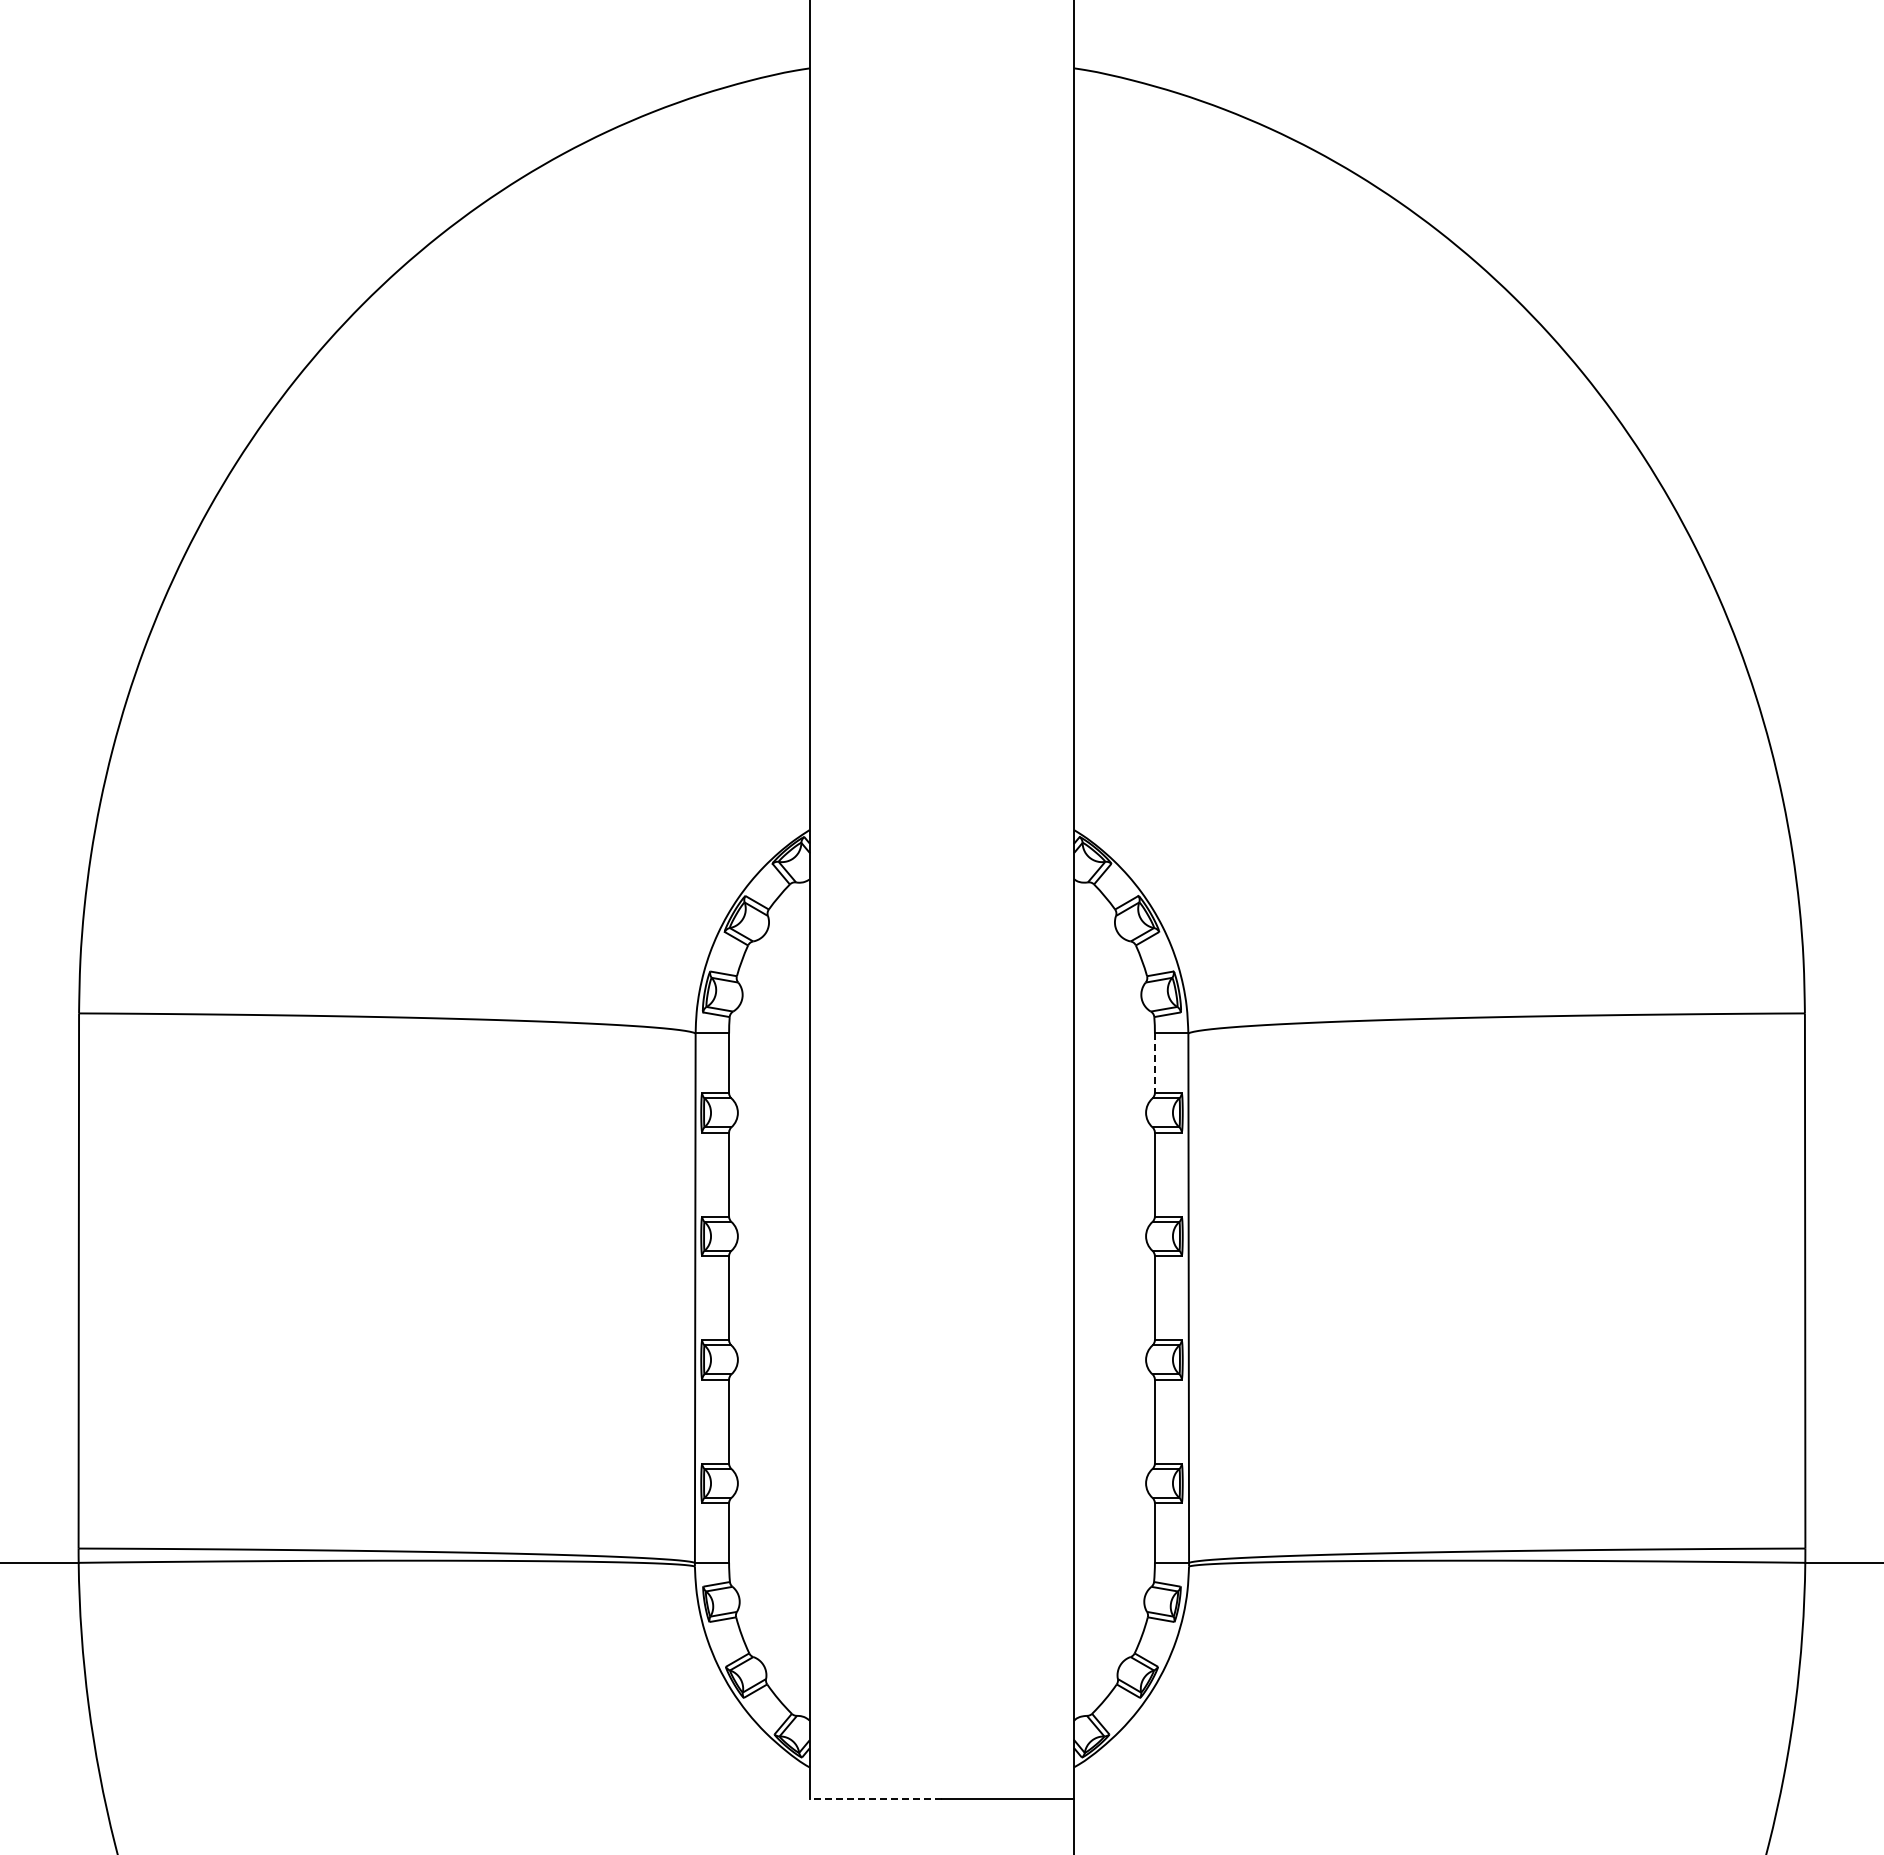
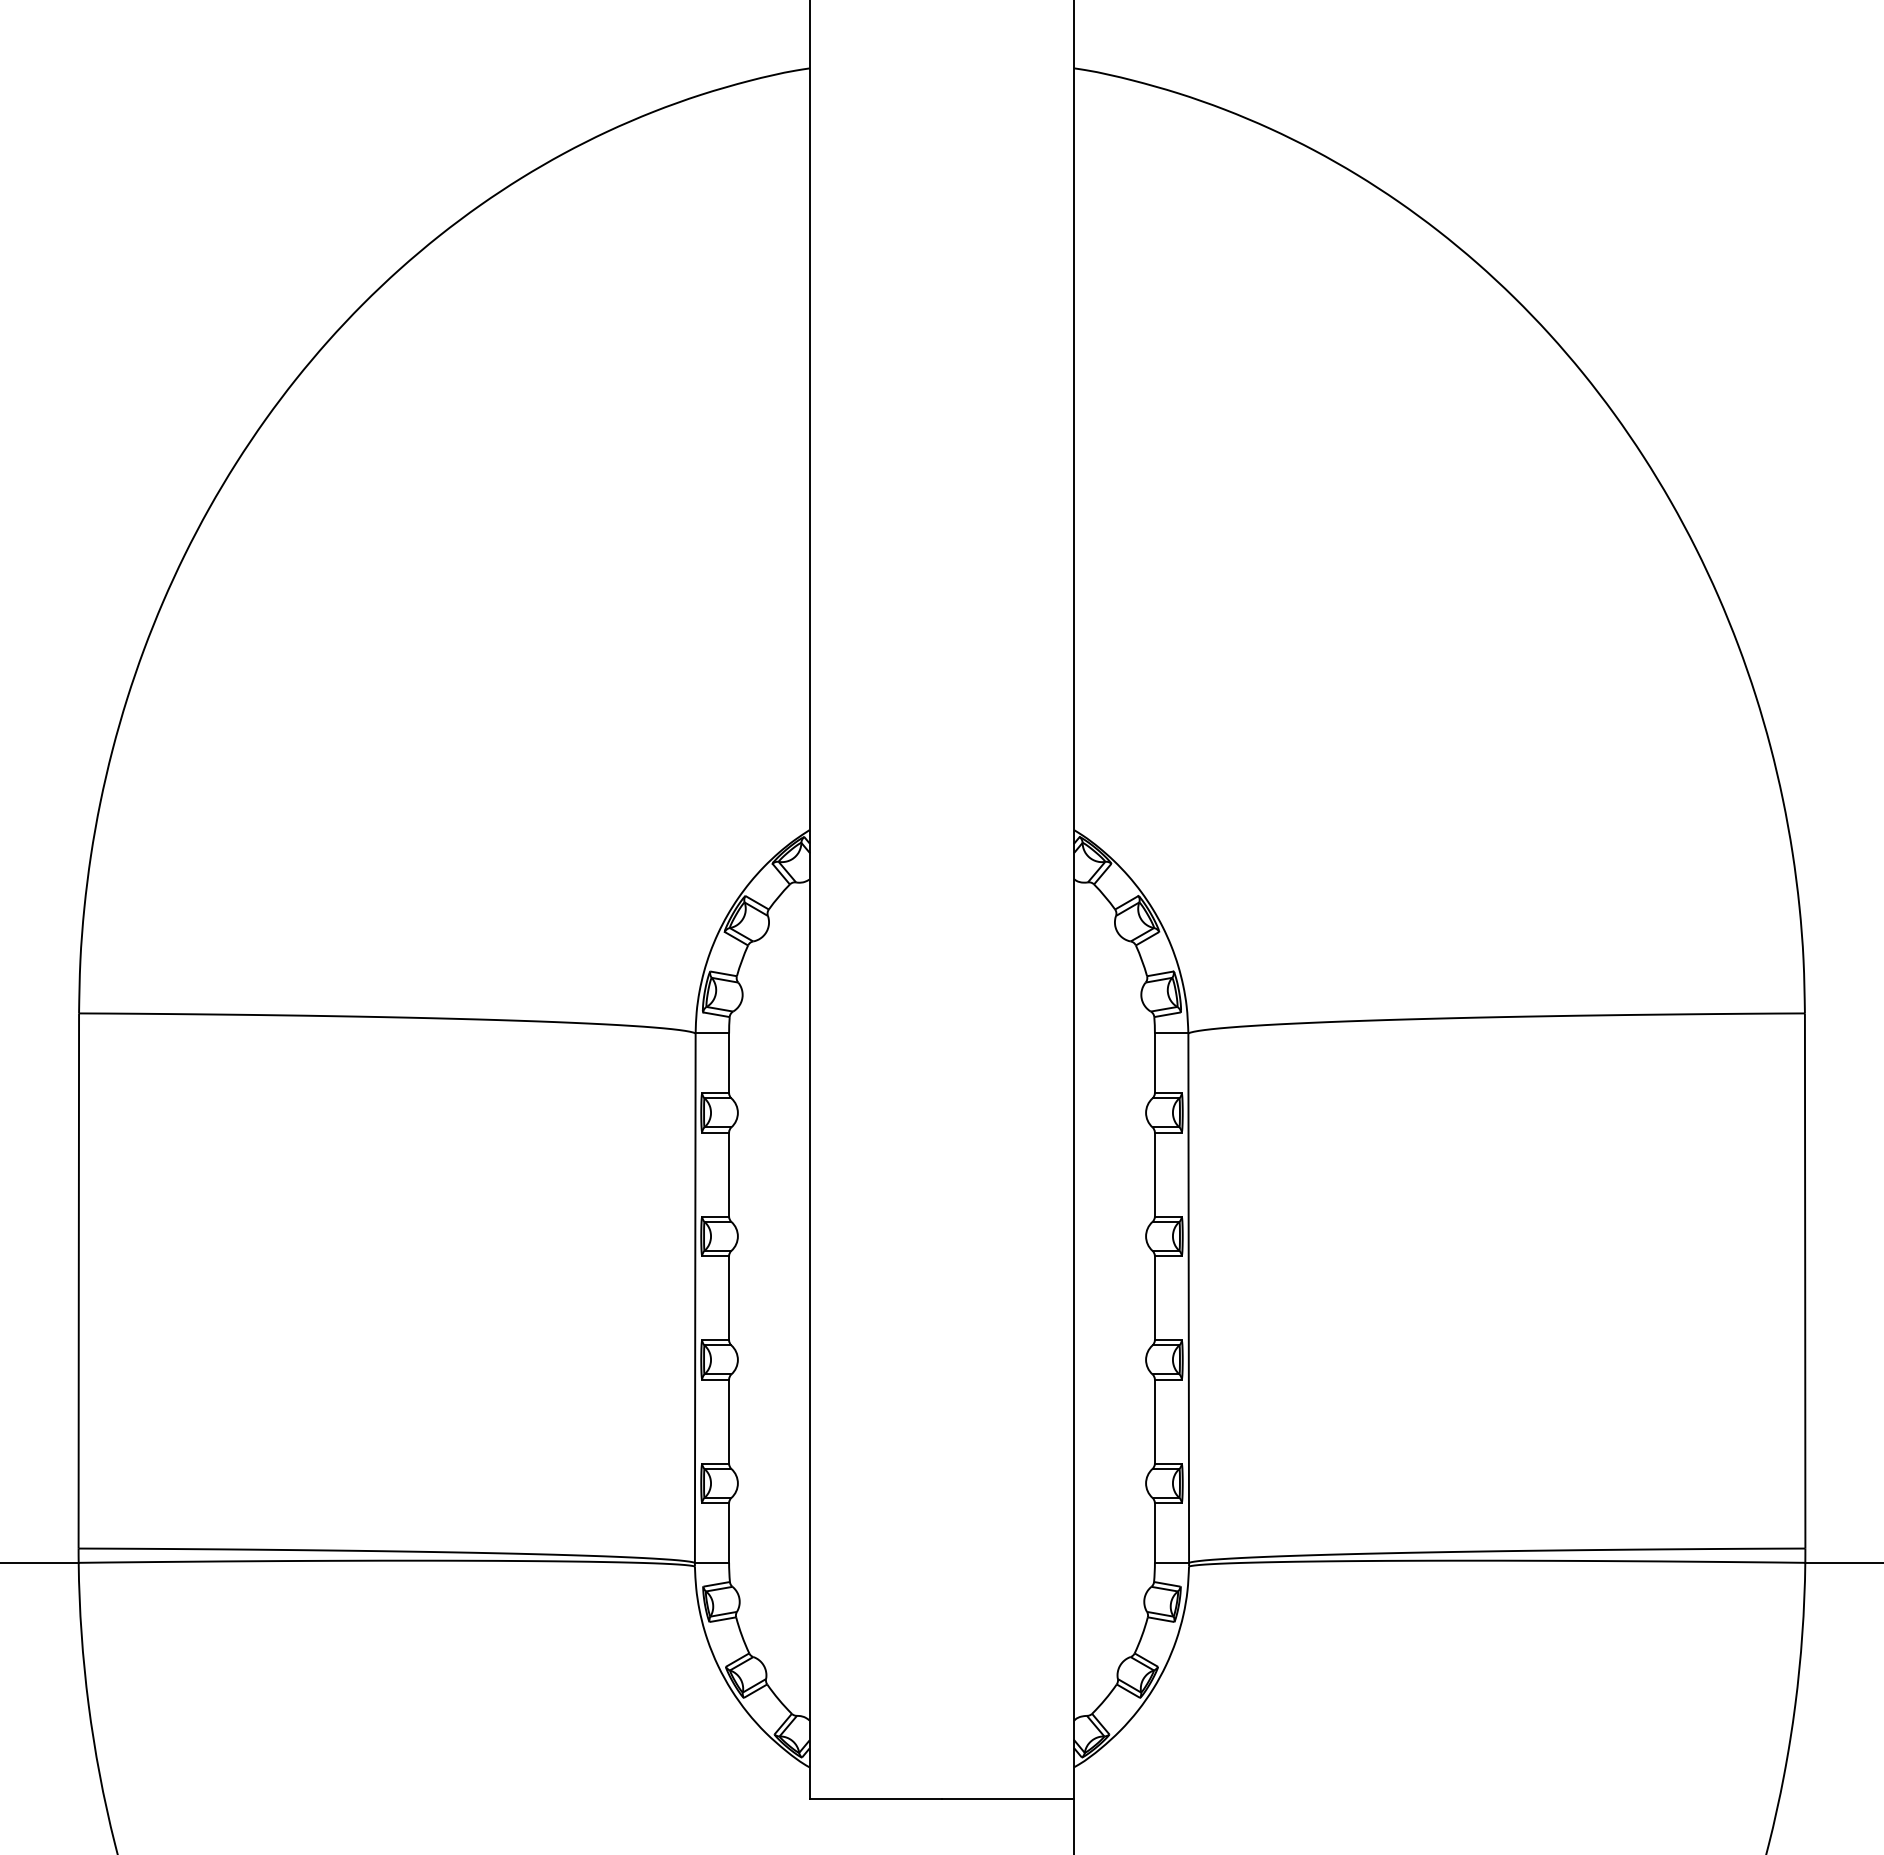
line at (1154, 1063): dashed -> solid
line at (875, 1799): dashed -> solid
